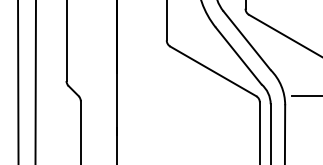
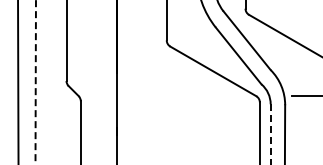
line at (35, 82): solid -> dashed
line at (270, 134): solid -> dashed
